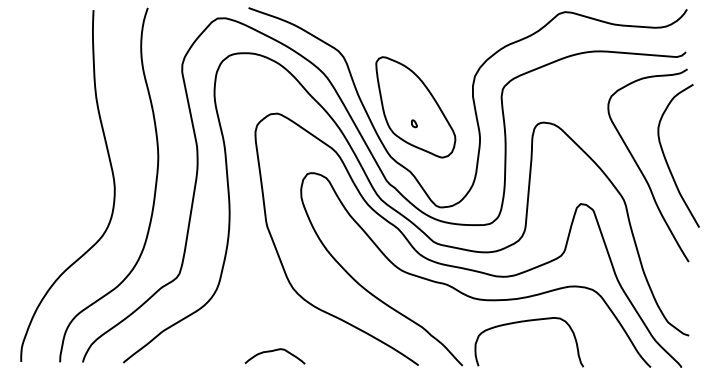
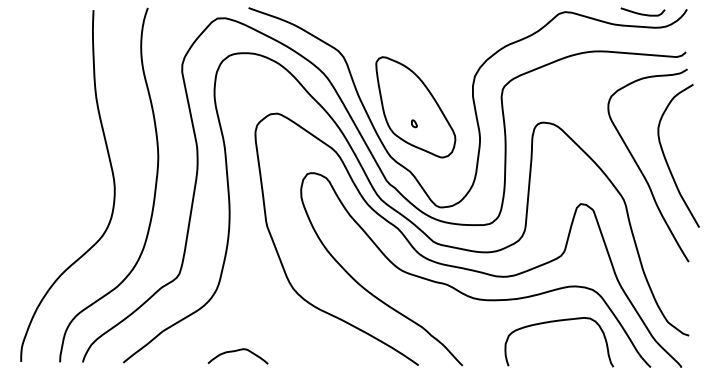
curve at (642, 13): none -> present
curve at (524, 322) position: (524, 322) -> (554, 322)
curve at (274, 351) position: (274, 351) -> (237, 351)
